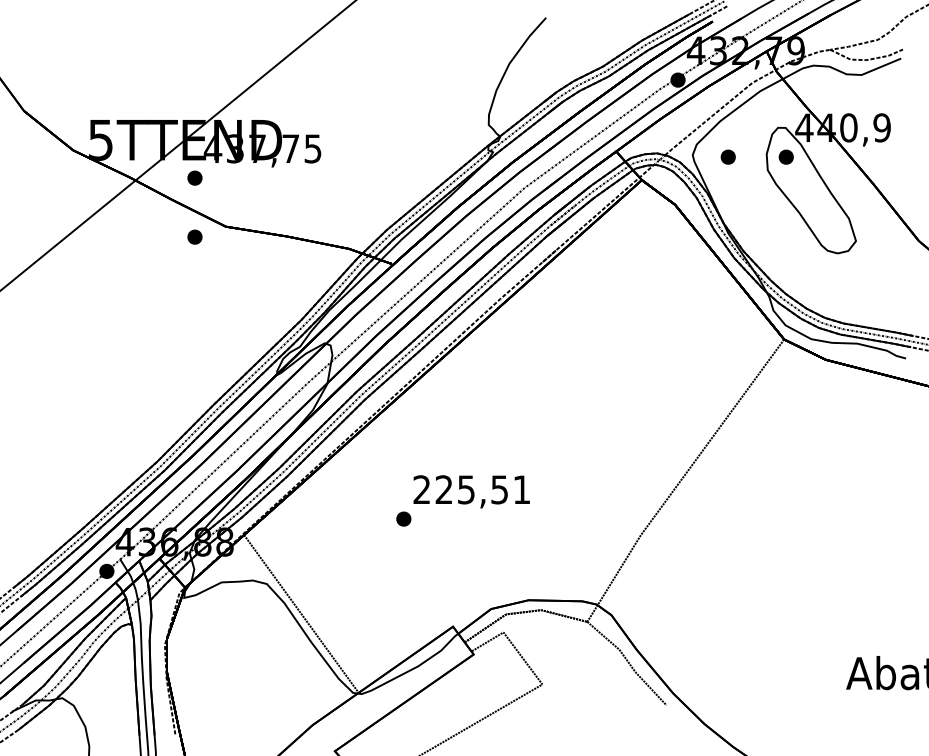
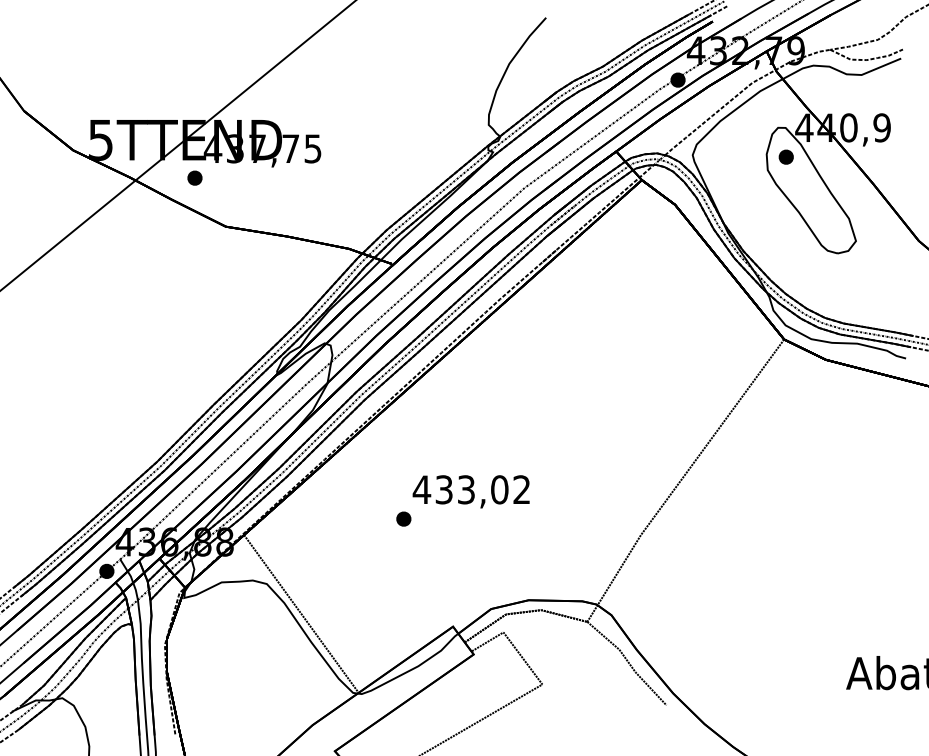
part at (727, 156): present -> none
part at (194, 236): present -> none
text at (470, 489): 225,51 -> 433,02
